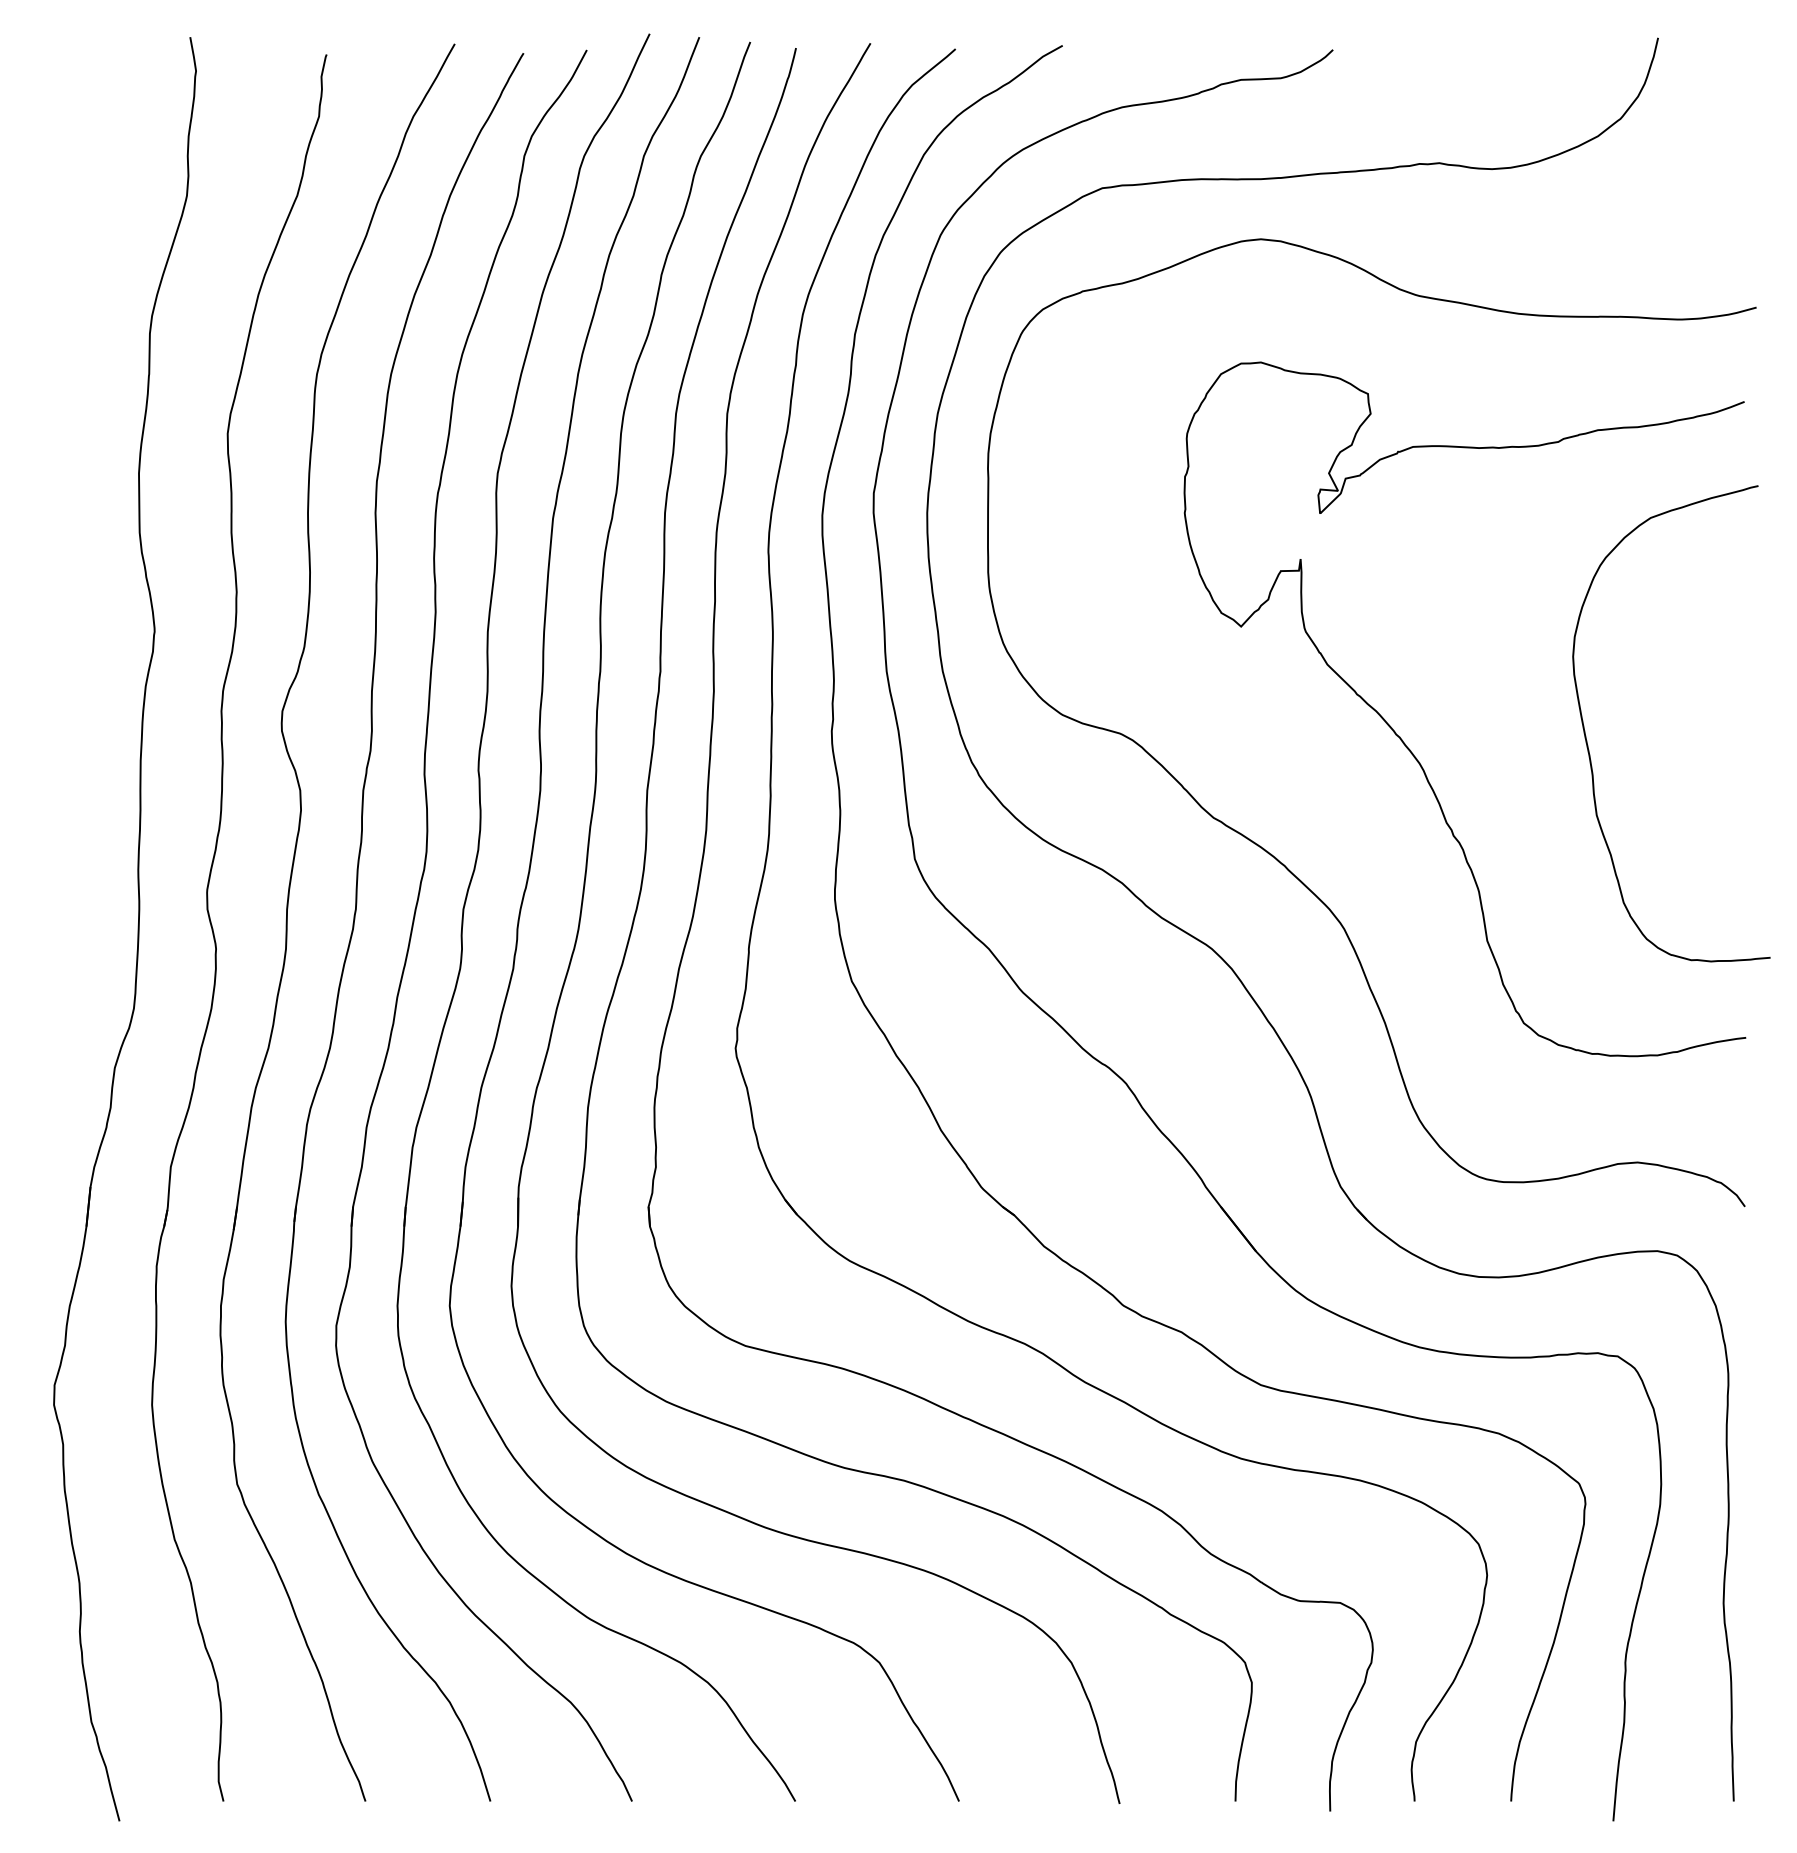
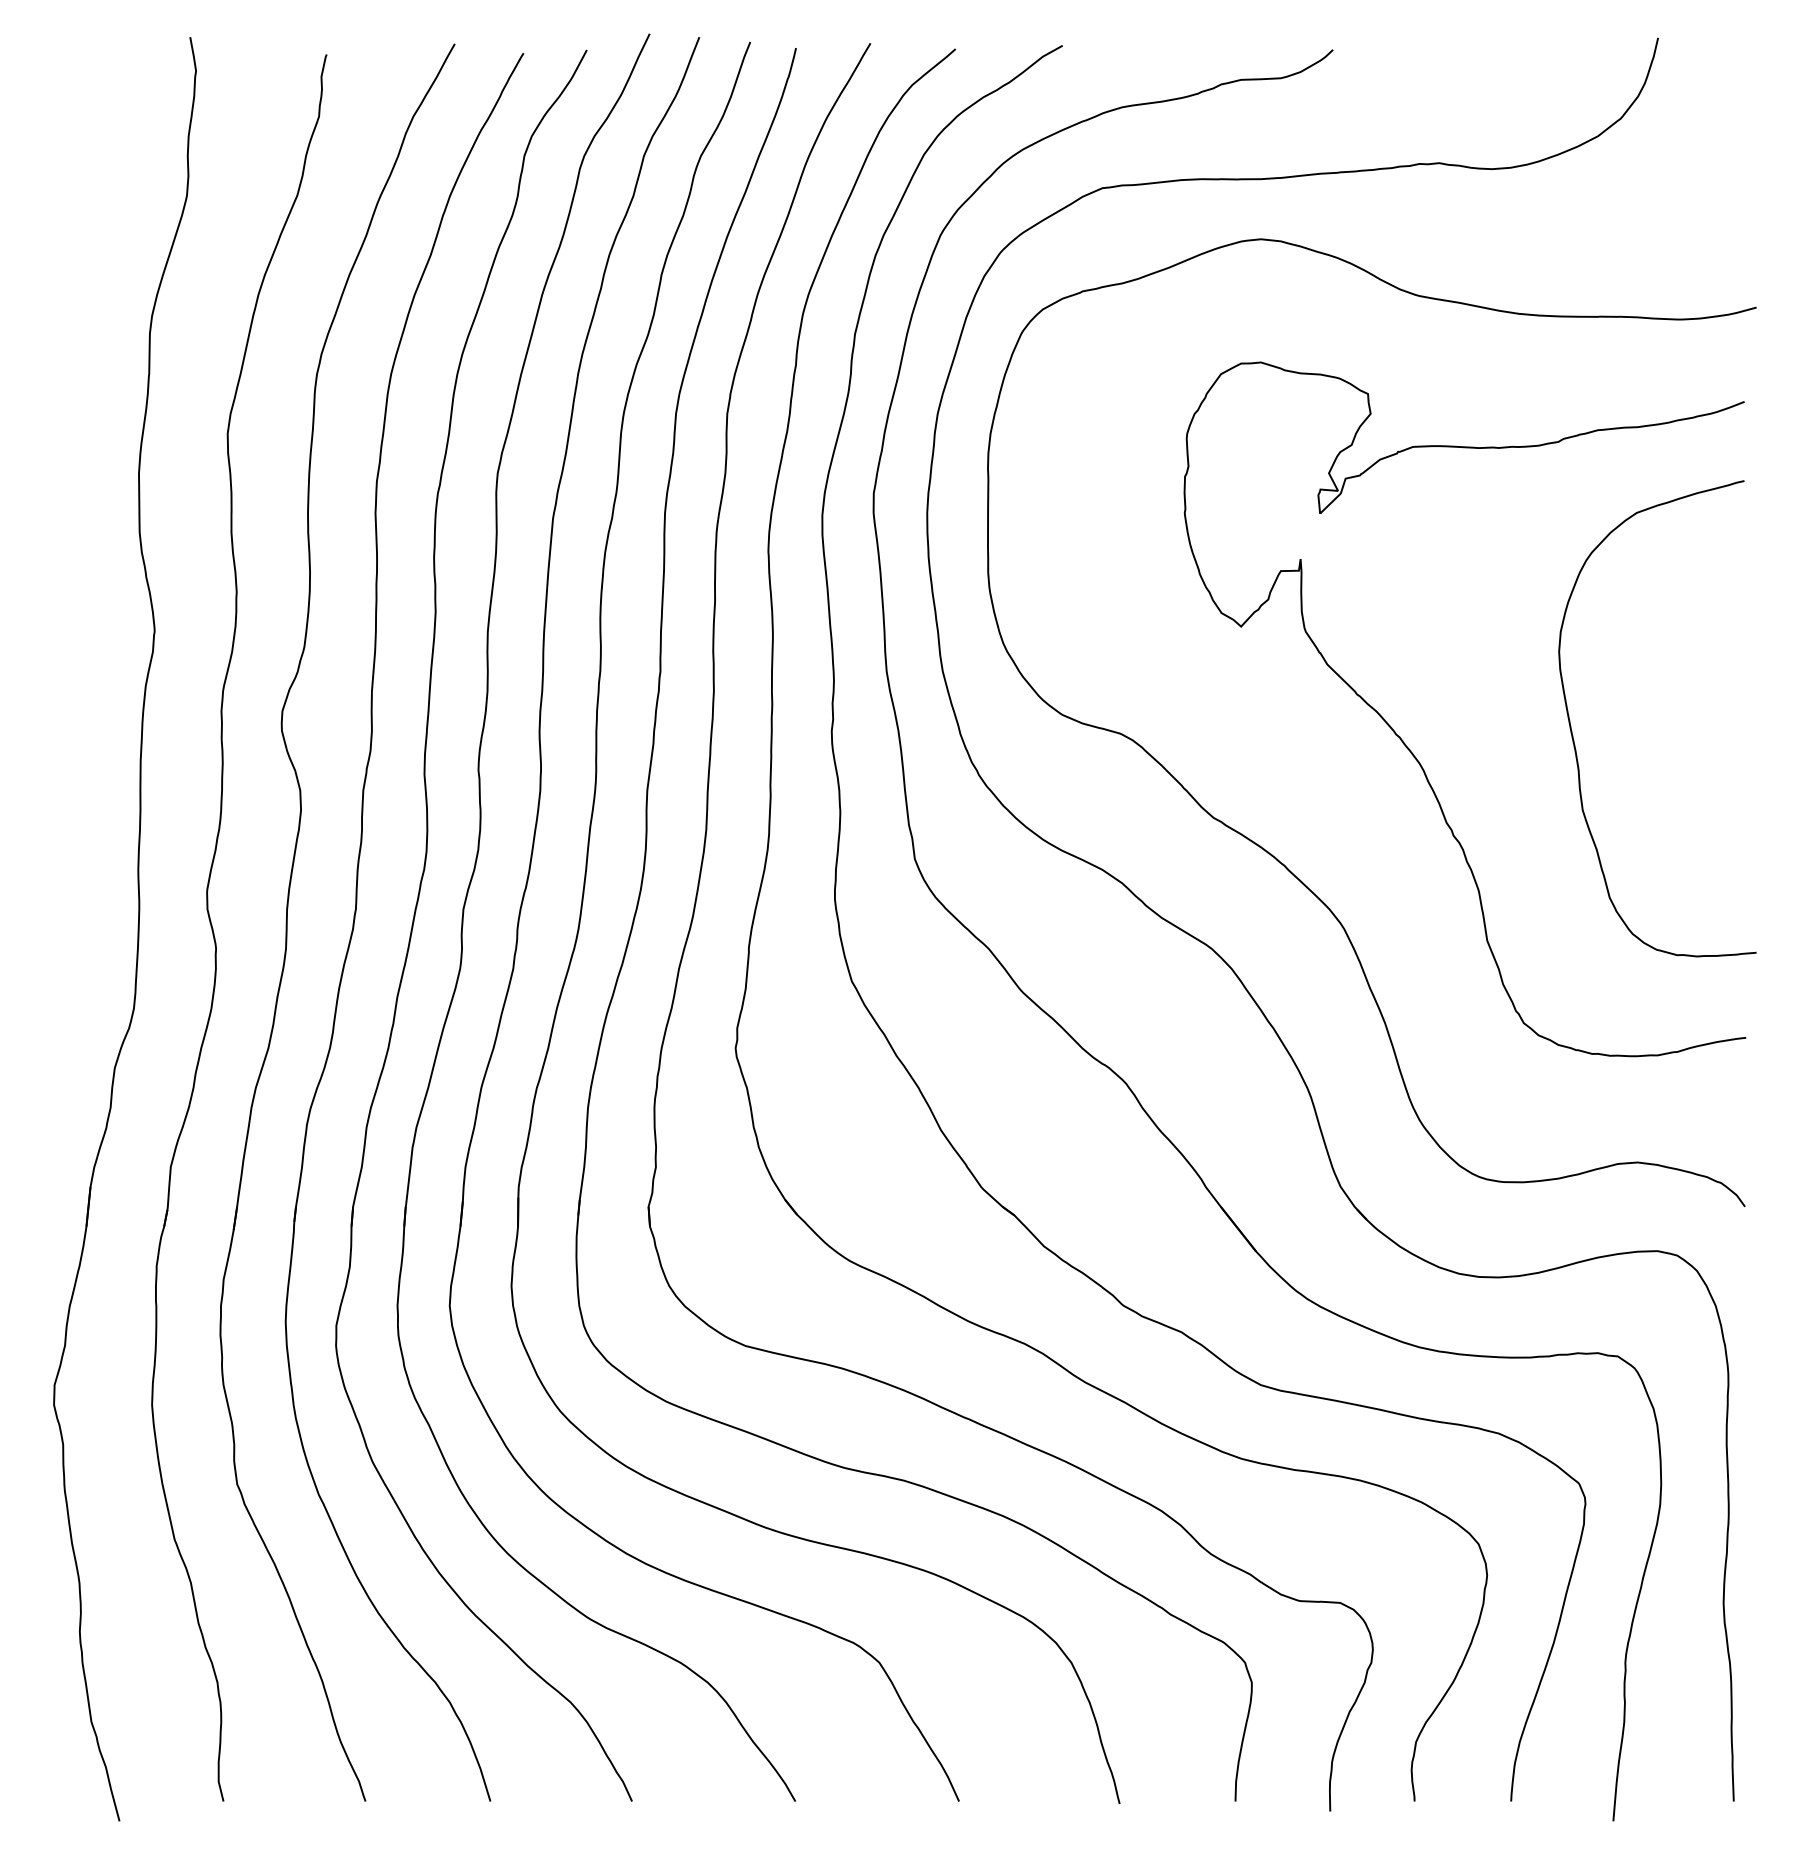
curve at (1587, 740) position: (1587, 740) -> (1573, 735)
